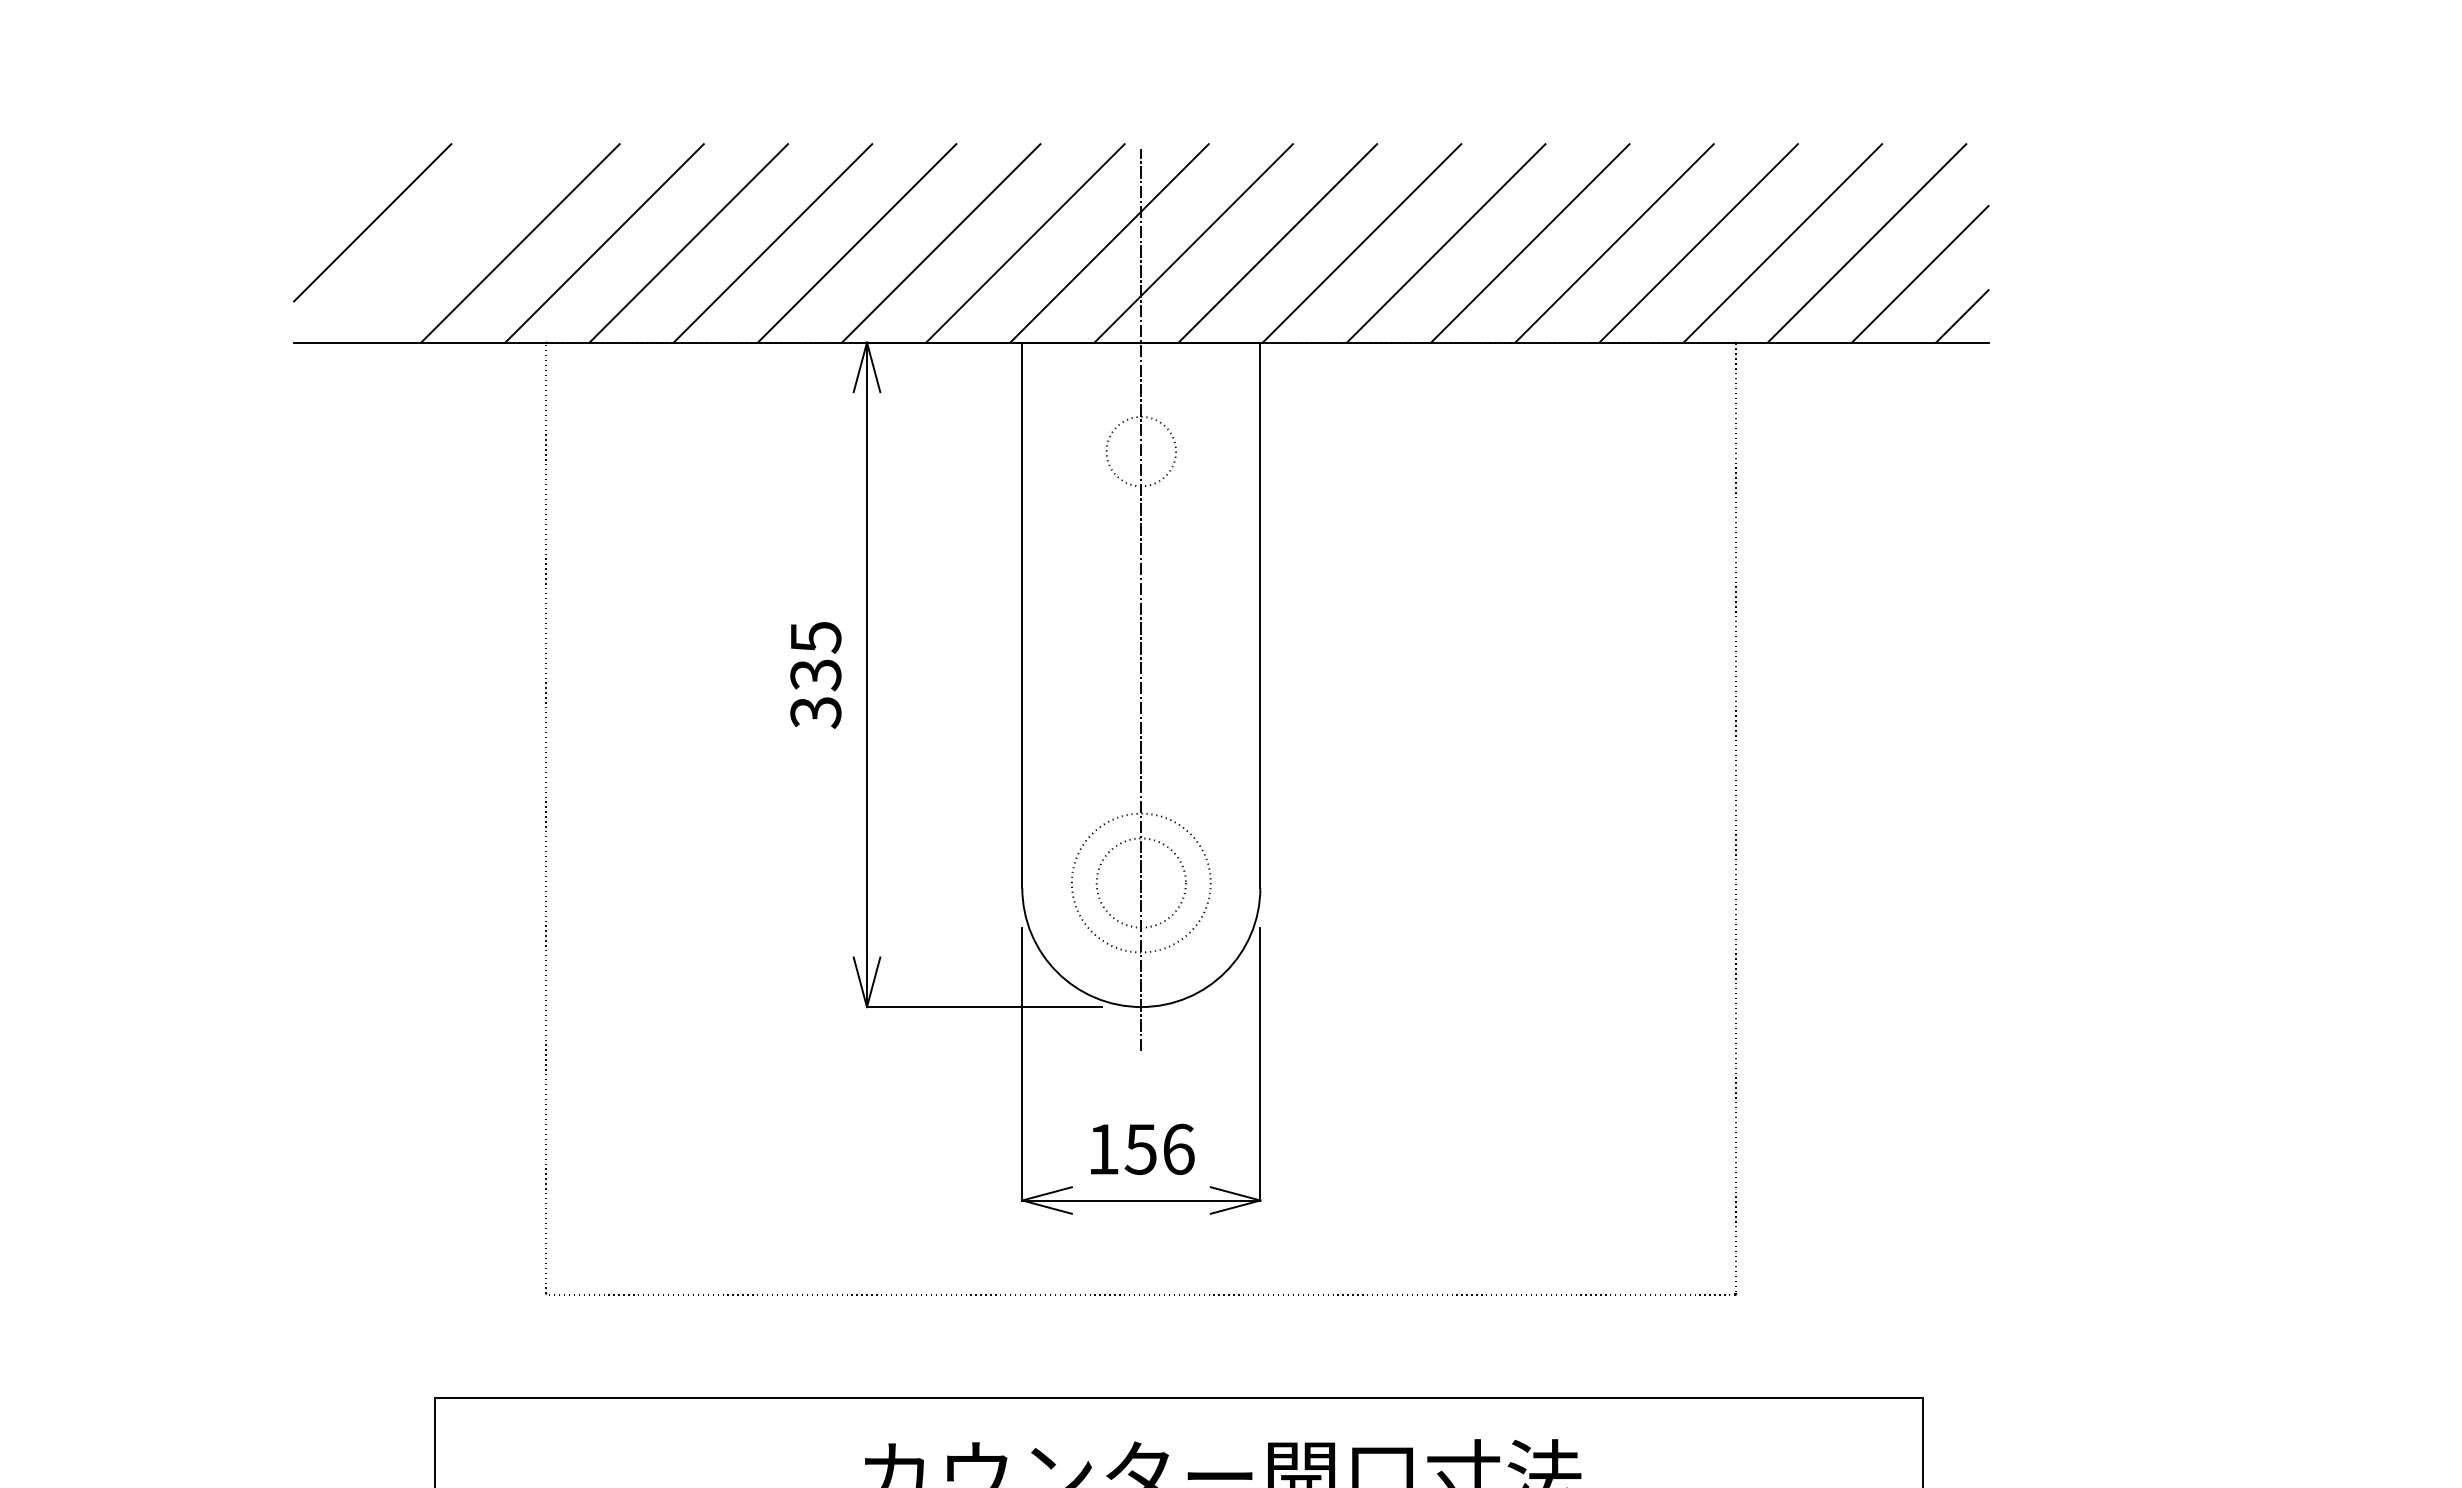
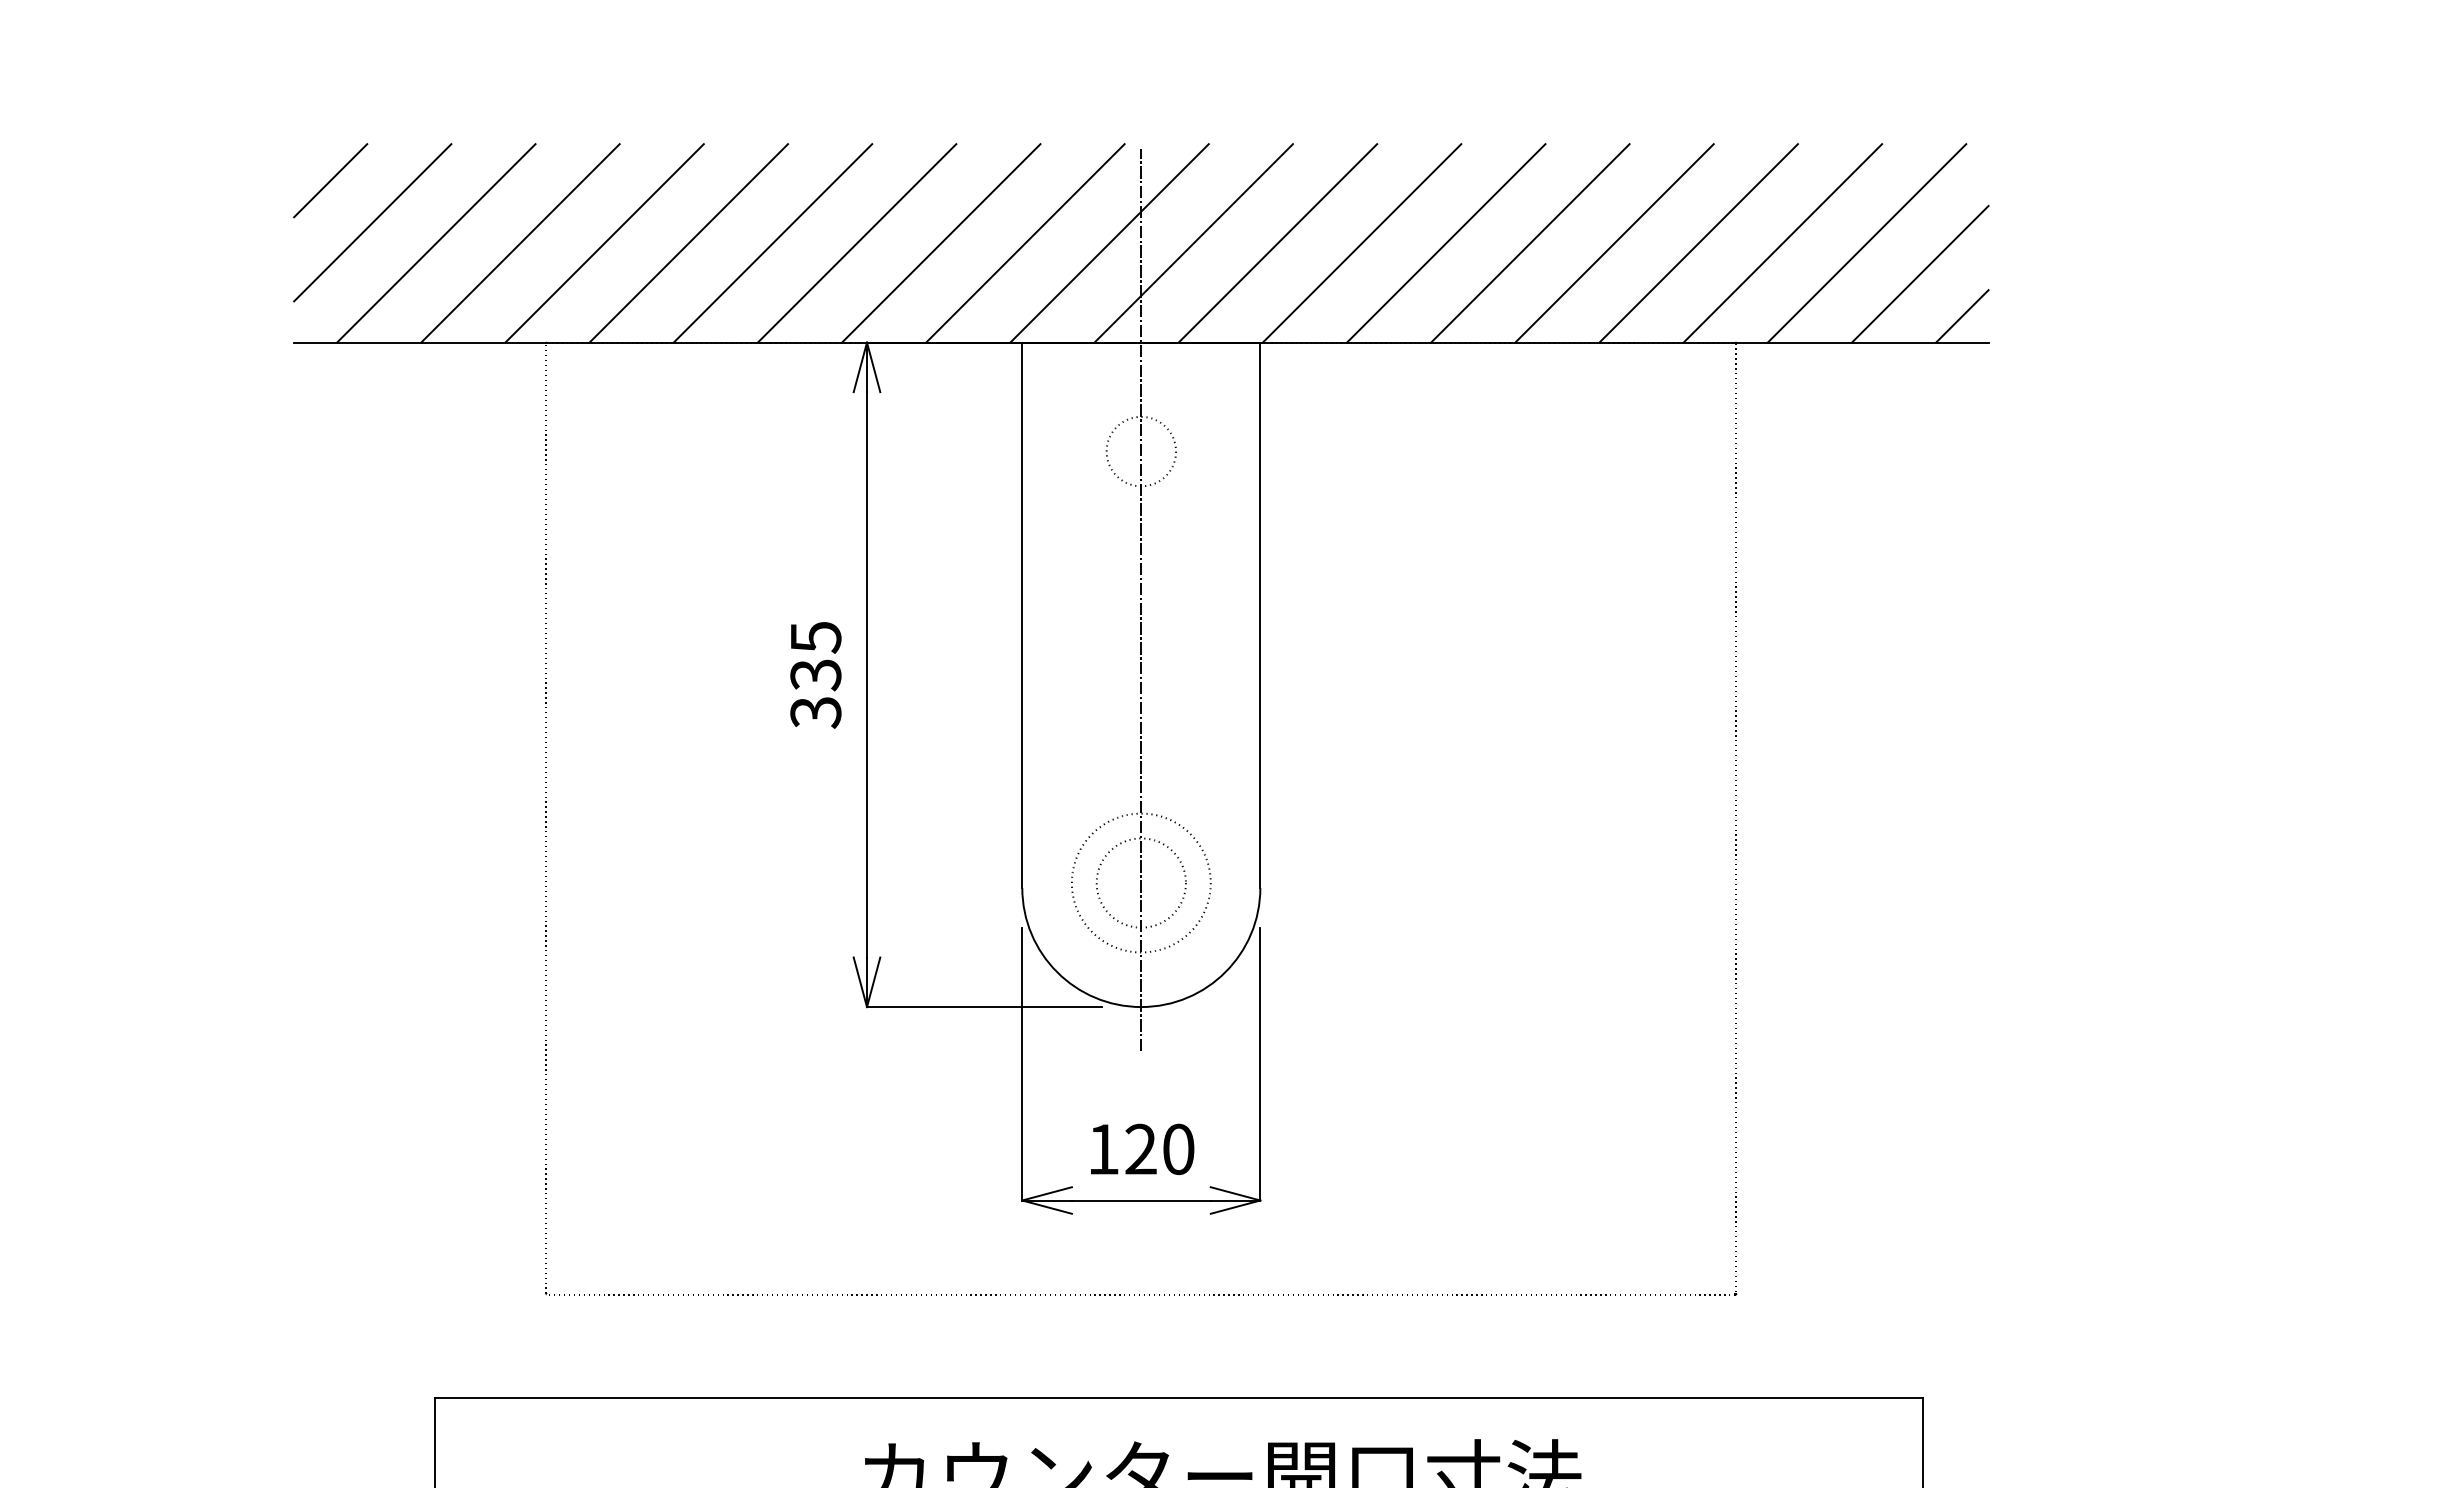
line at (330, 180): none -> present
line at (436, 243): none -> present
text at (1159, 1149): 156 -> 120
